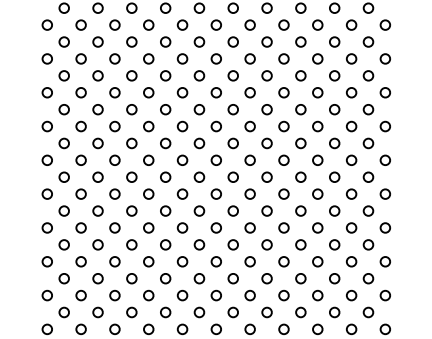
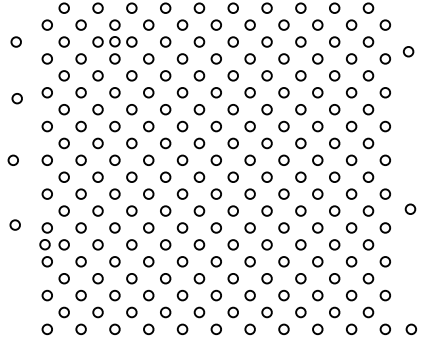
circle at (15, 41): none -> present
circle at (114, 41): none -> present
circle at (408, 51): none -> present
circle at (16, 98): none -> present
circle at (12, 159): none -> present
circle at (410, 208): none -> present
circle at (14, 224): none -> present
circle at (44, 244): none -> present
circle at (410, 329): none -> present
